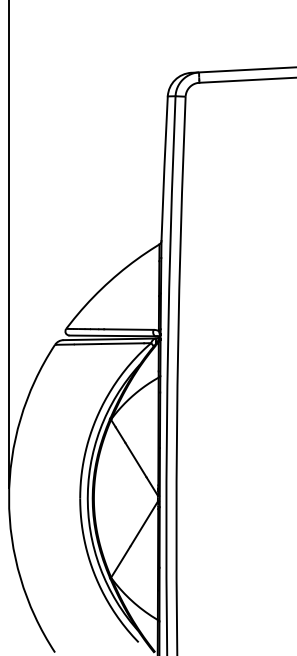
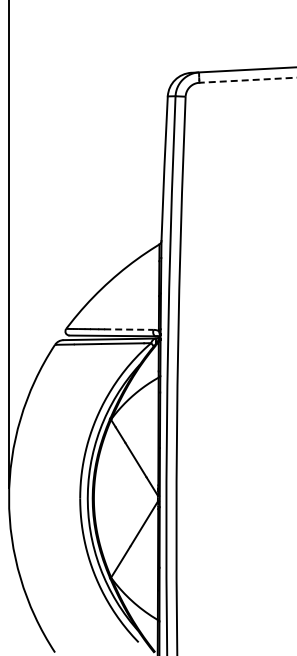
line at (248, 80): solid -> dashed
line at (128, 329): solid -> dashed
